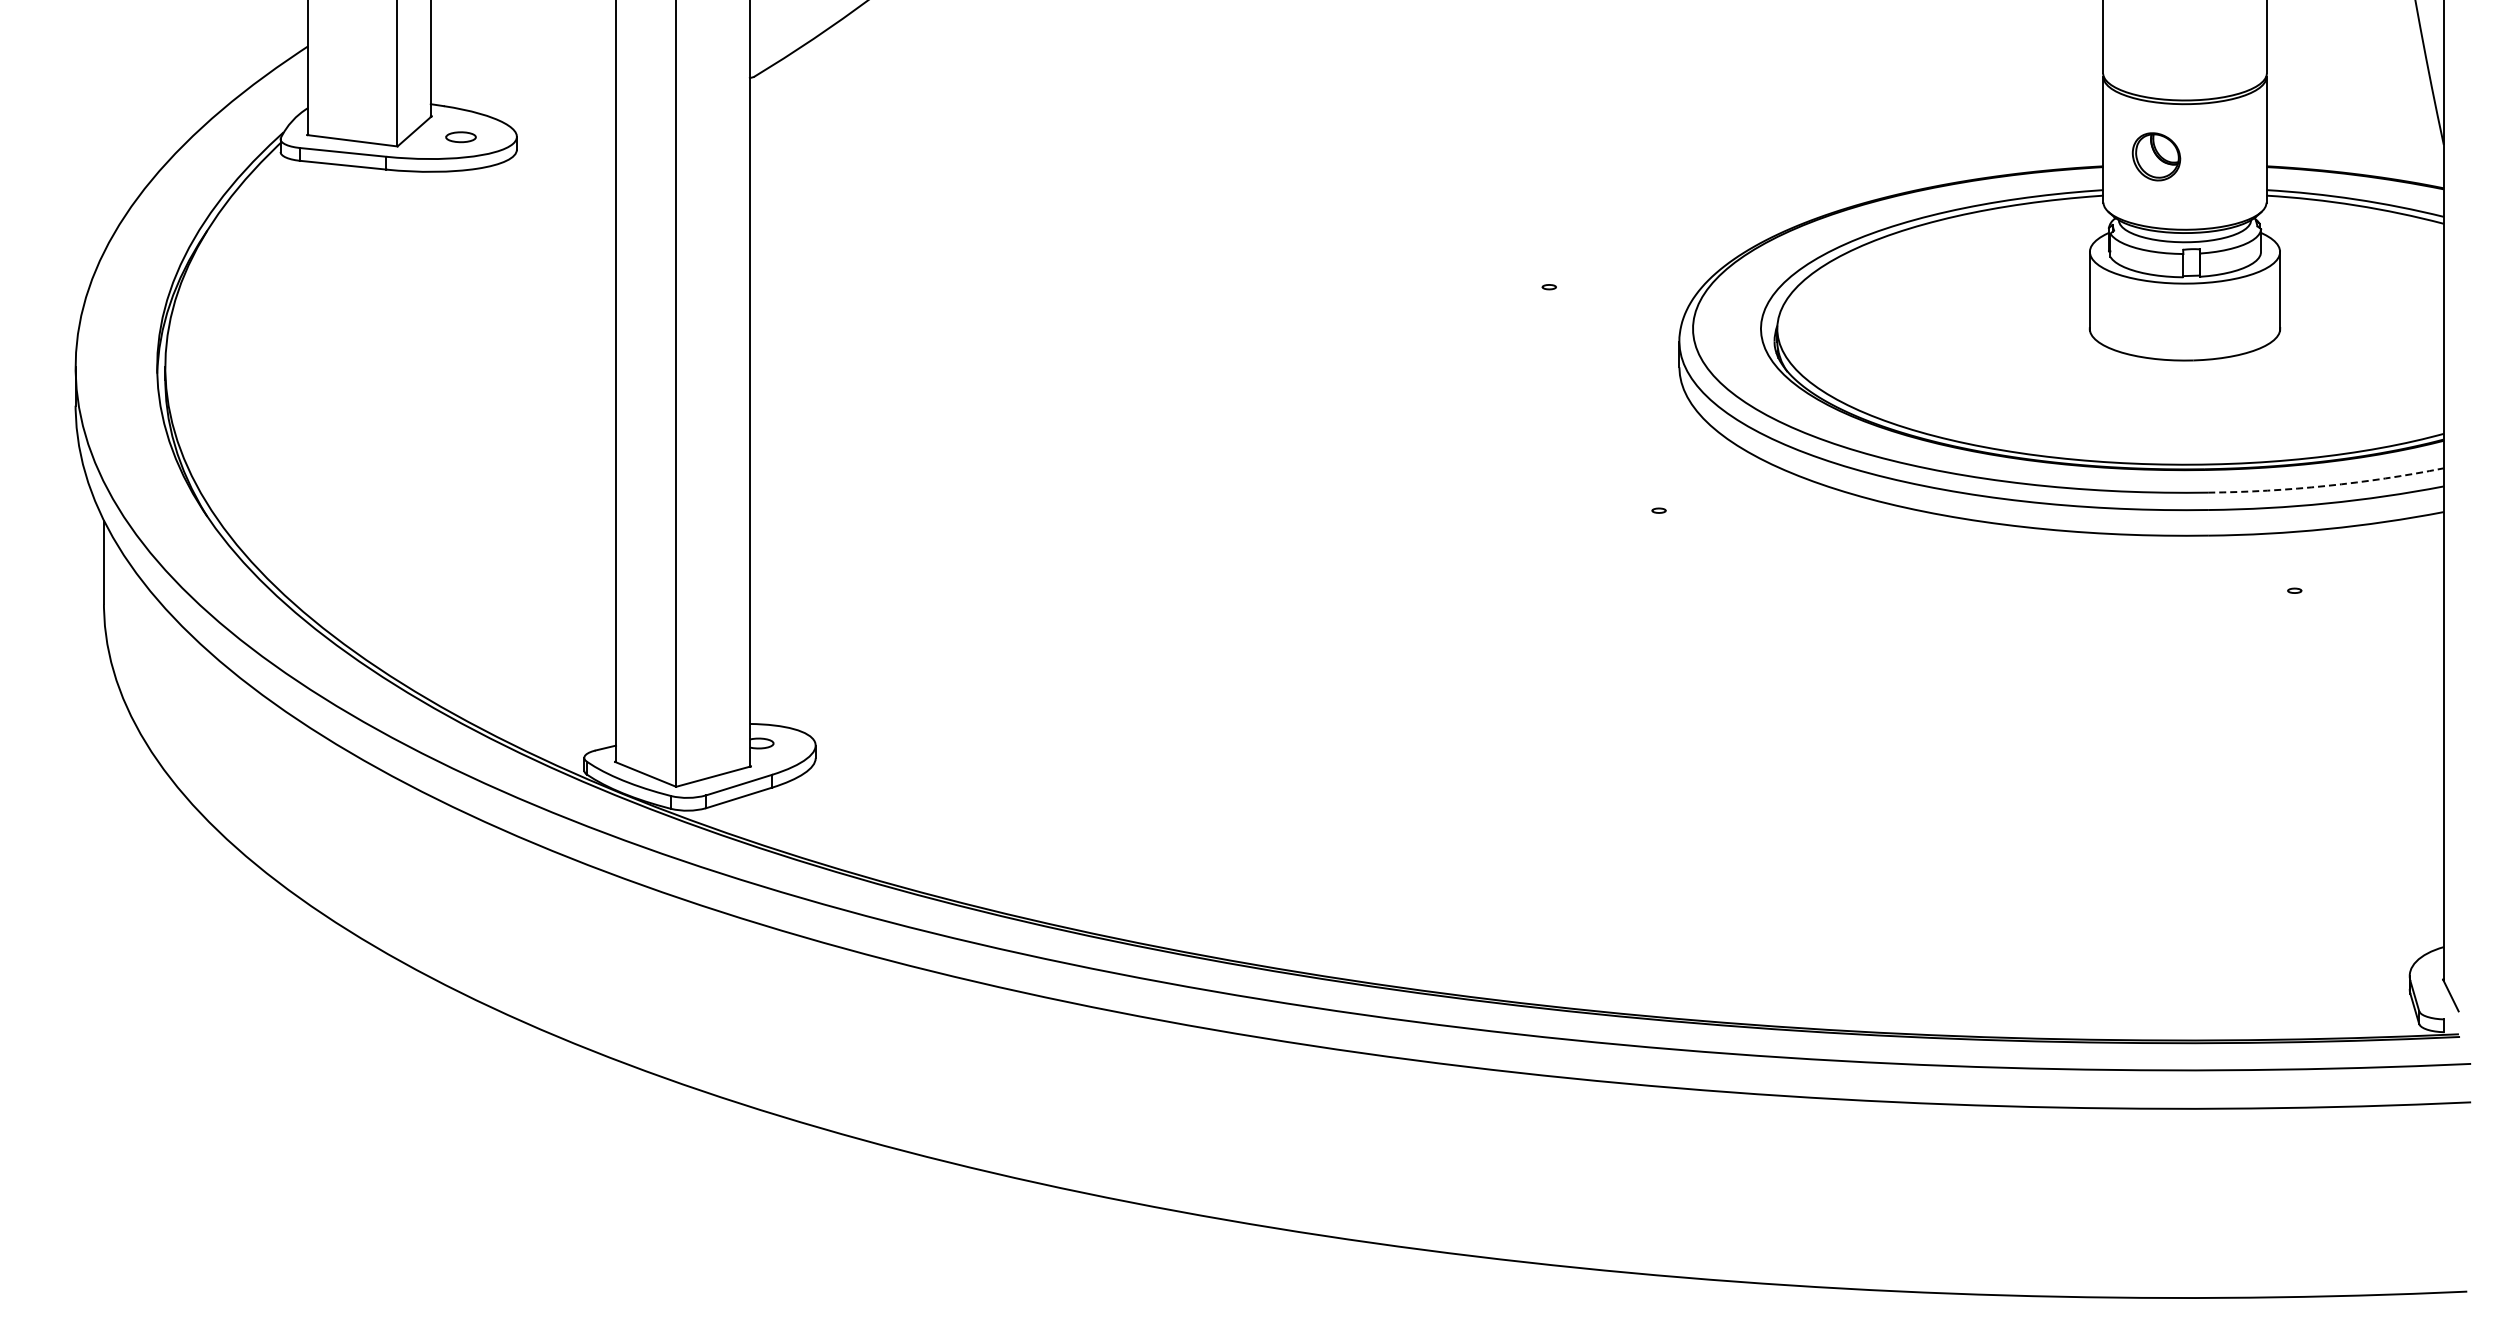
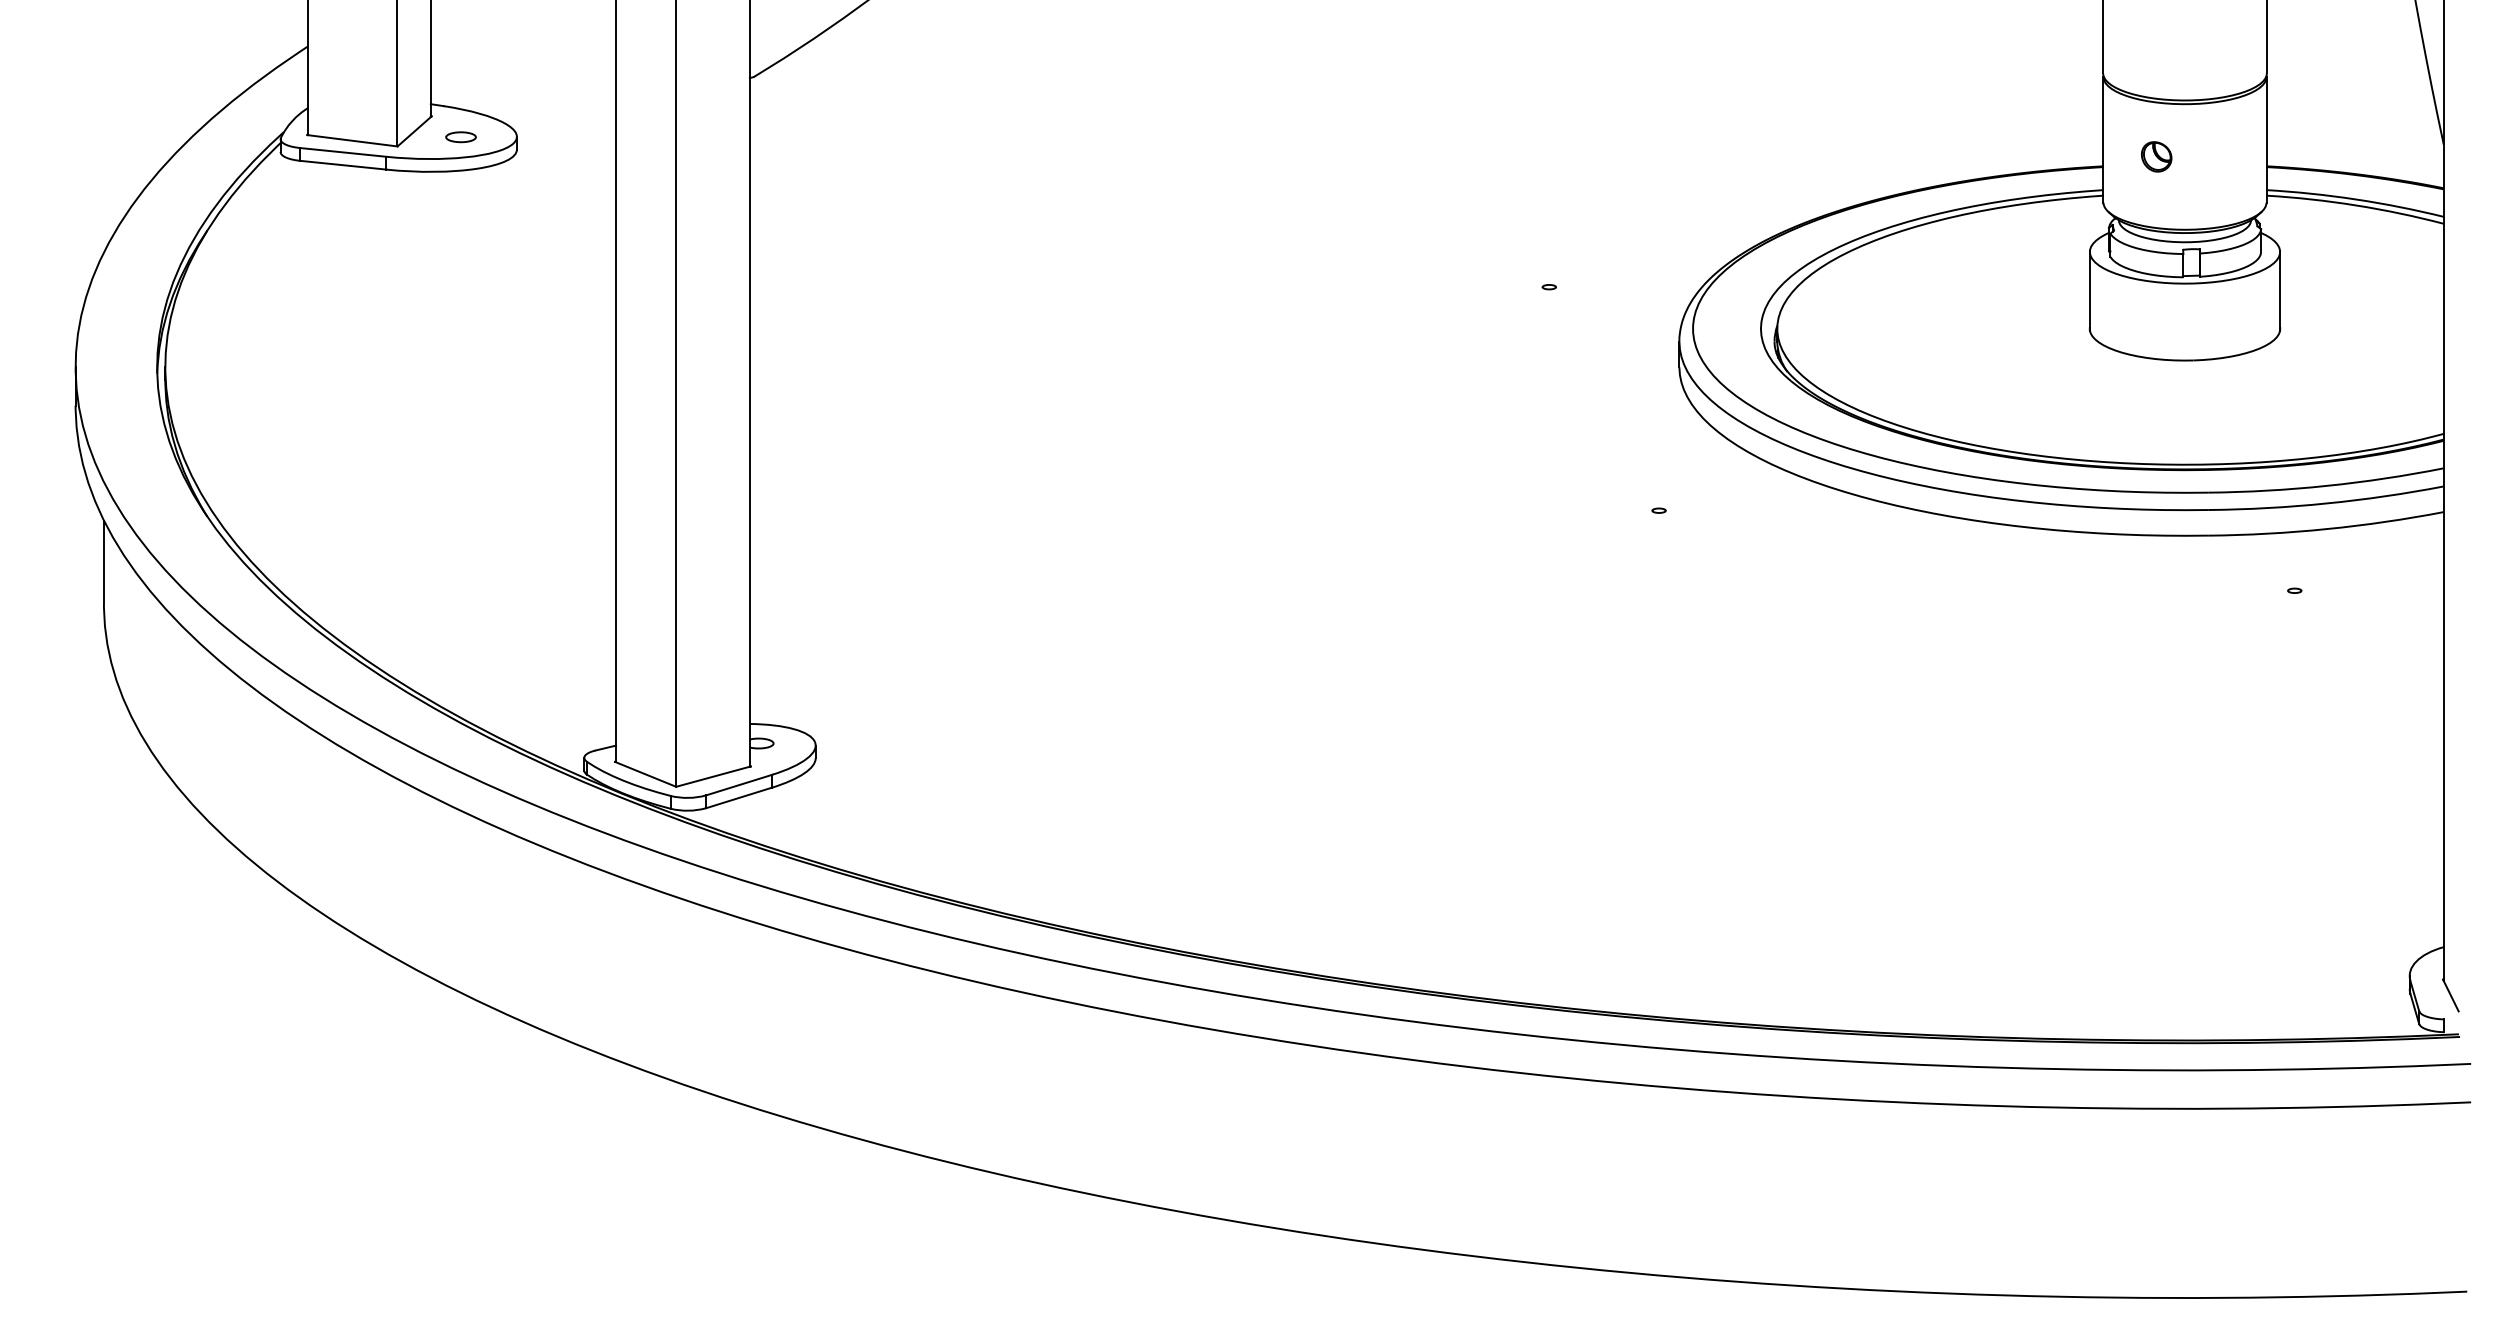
part at (2156, 156) size: 51x50 px -> 32x32 px
arc at (2326, 485): dashed -> solid
